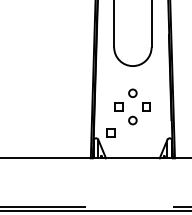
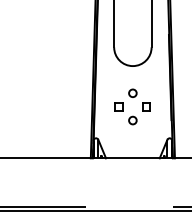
part at (110, 132): present -> none
